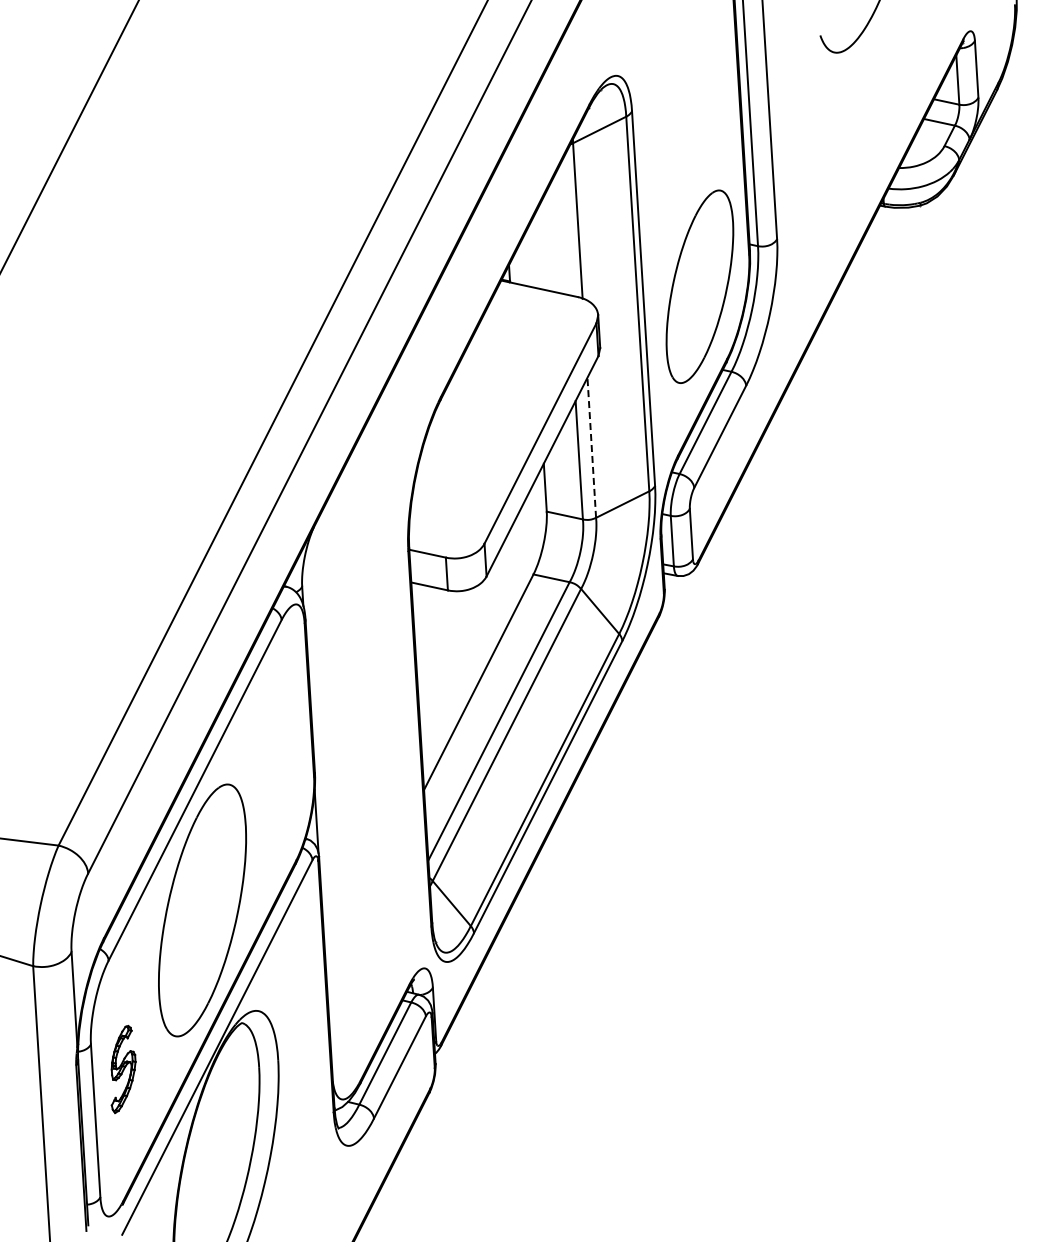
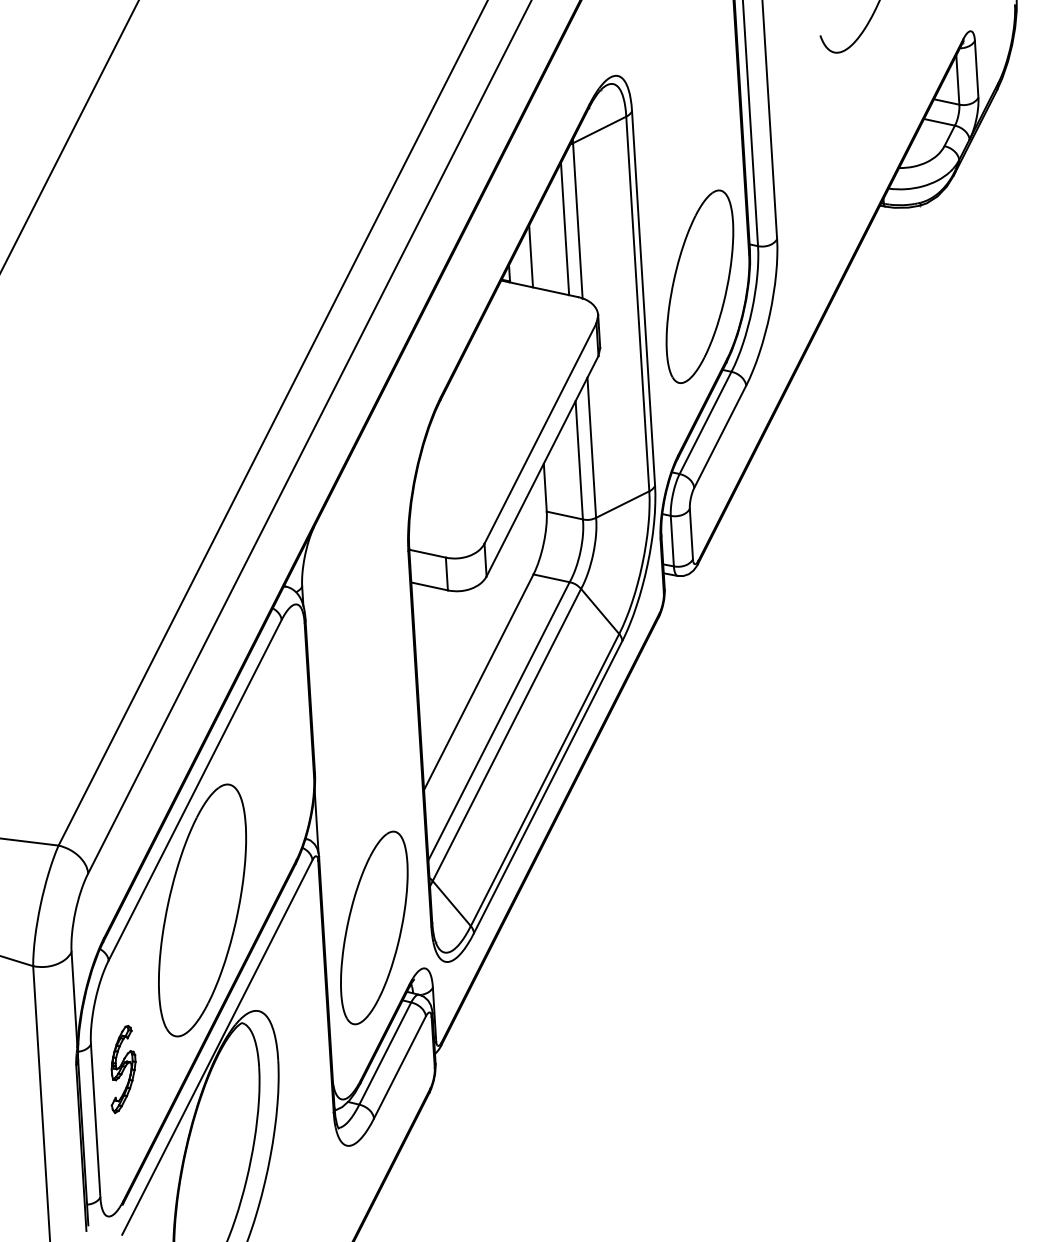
line at (565, 228): none -> present
line at (531, 256): none -> present
line at (591, 447): dashed -> solid
part at (374, 927): none -> present
